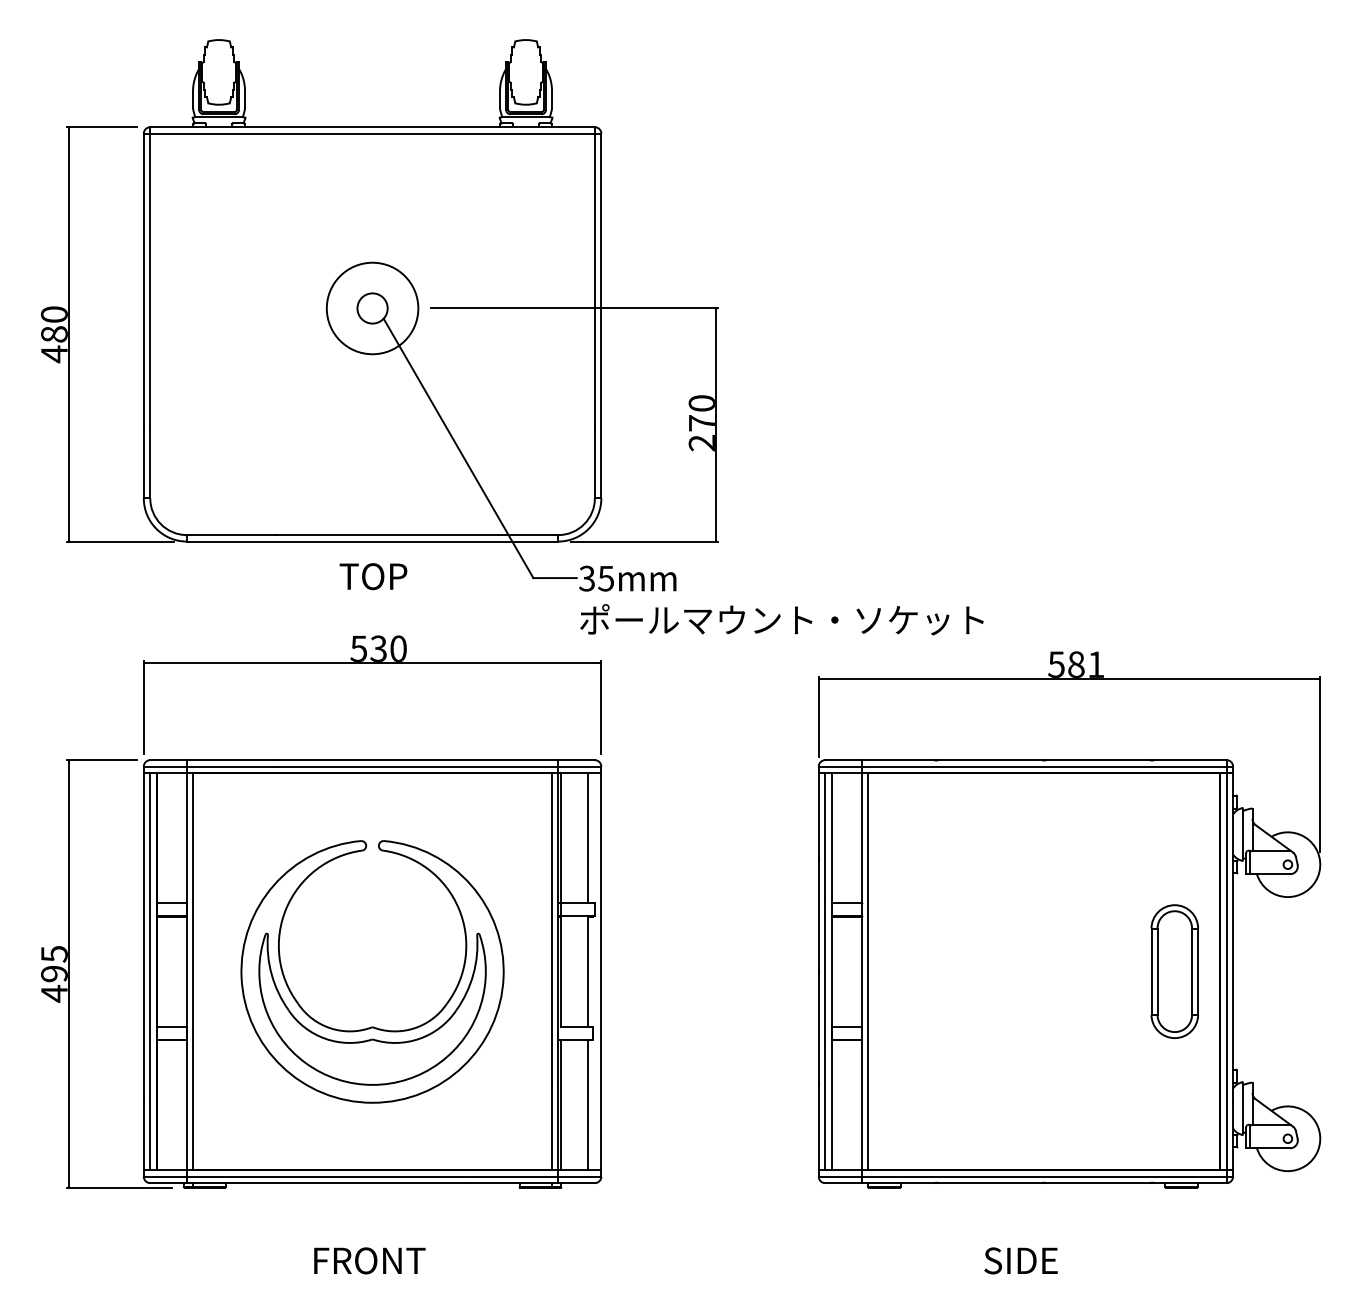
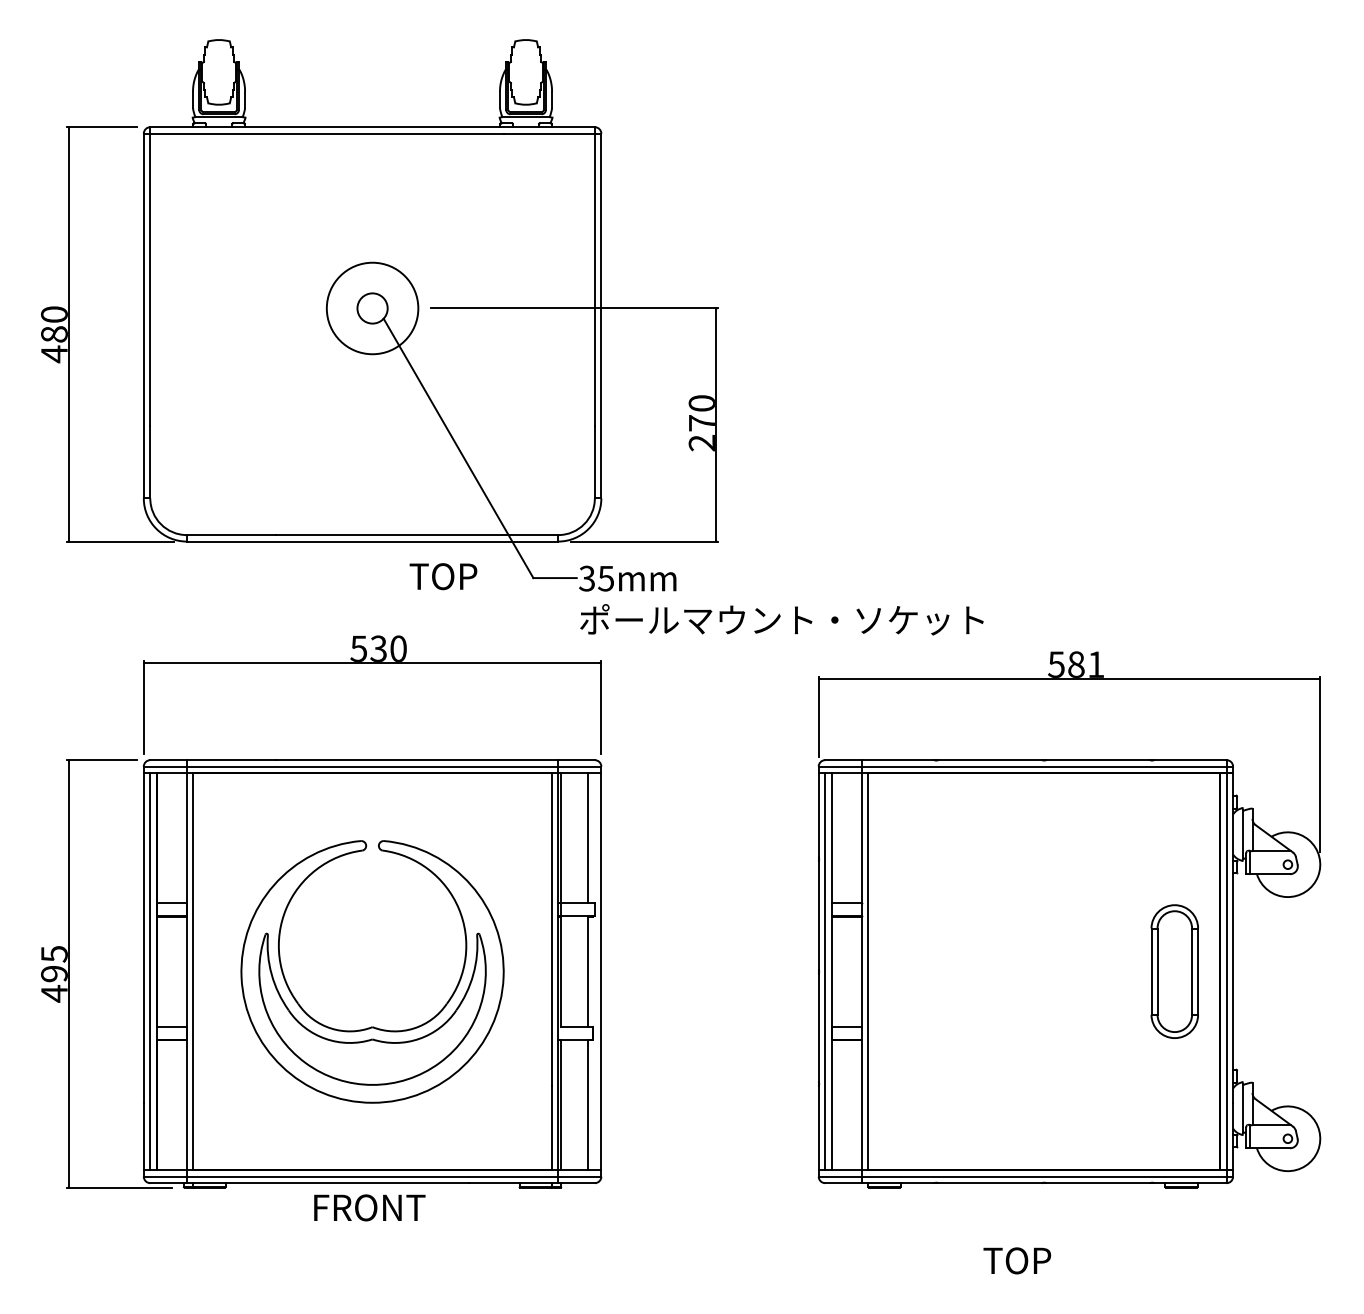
text at (373, 576) position: (373, 576) -> (443, 576)
text at (369, 1260) position: (369, 1260) -> (369, 1207)
text at (1020, 1260): SIDE -> TOP
